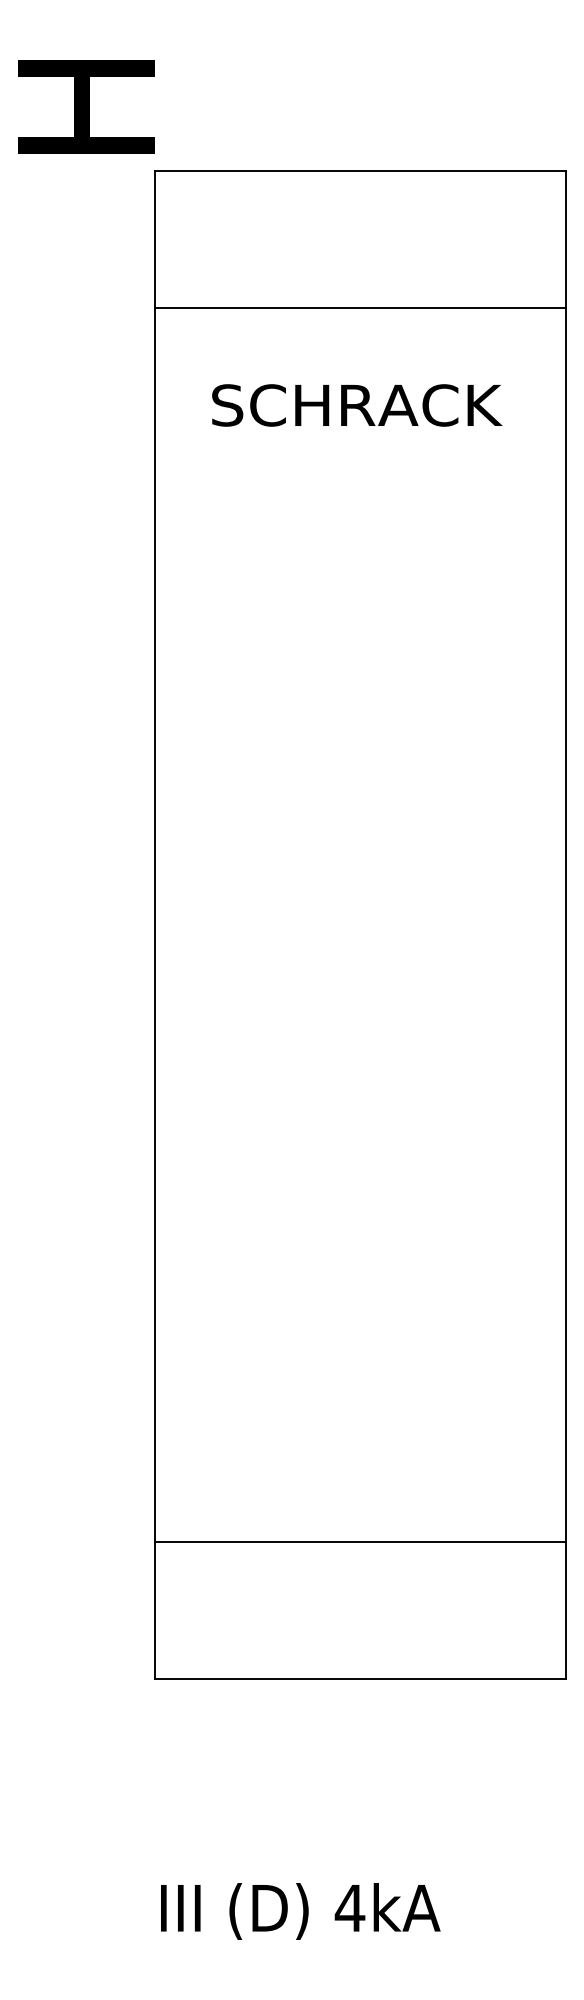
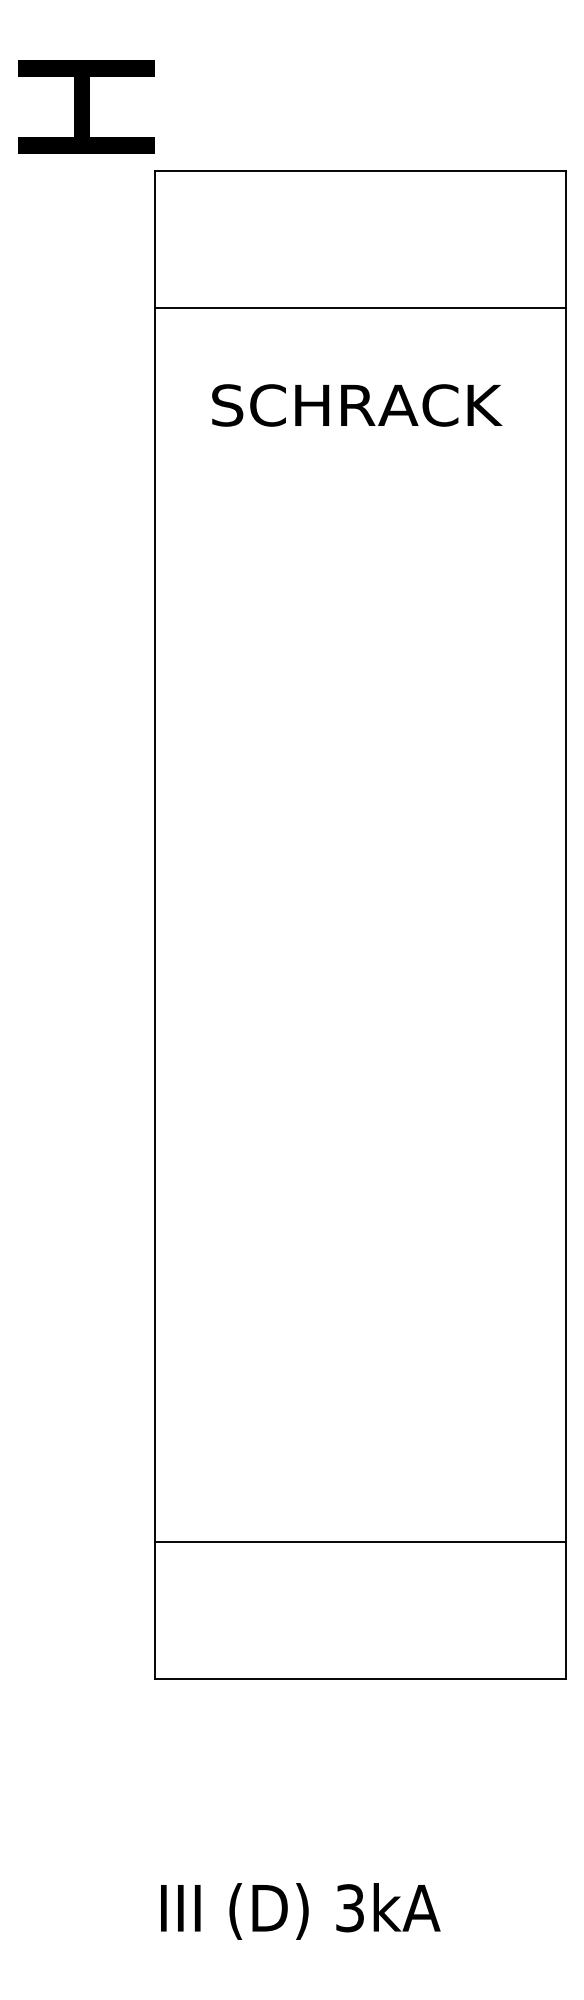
text at (349, 1908): 4kA -> 3kA
